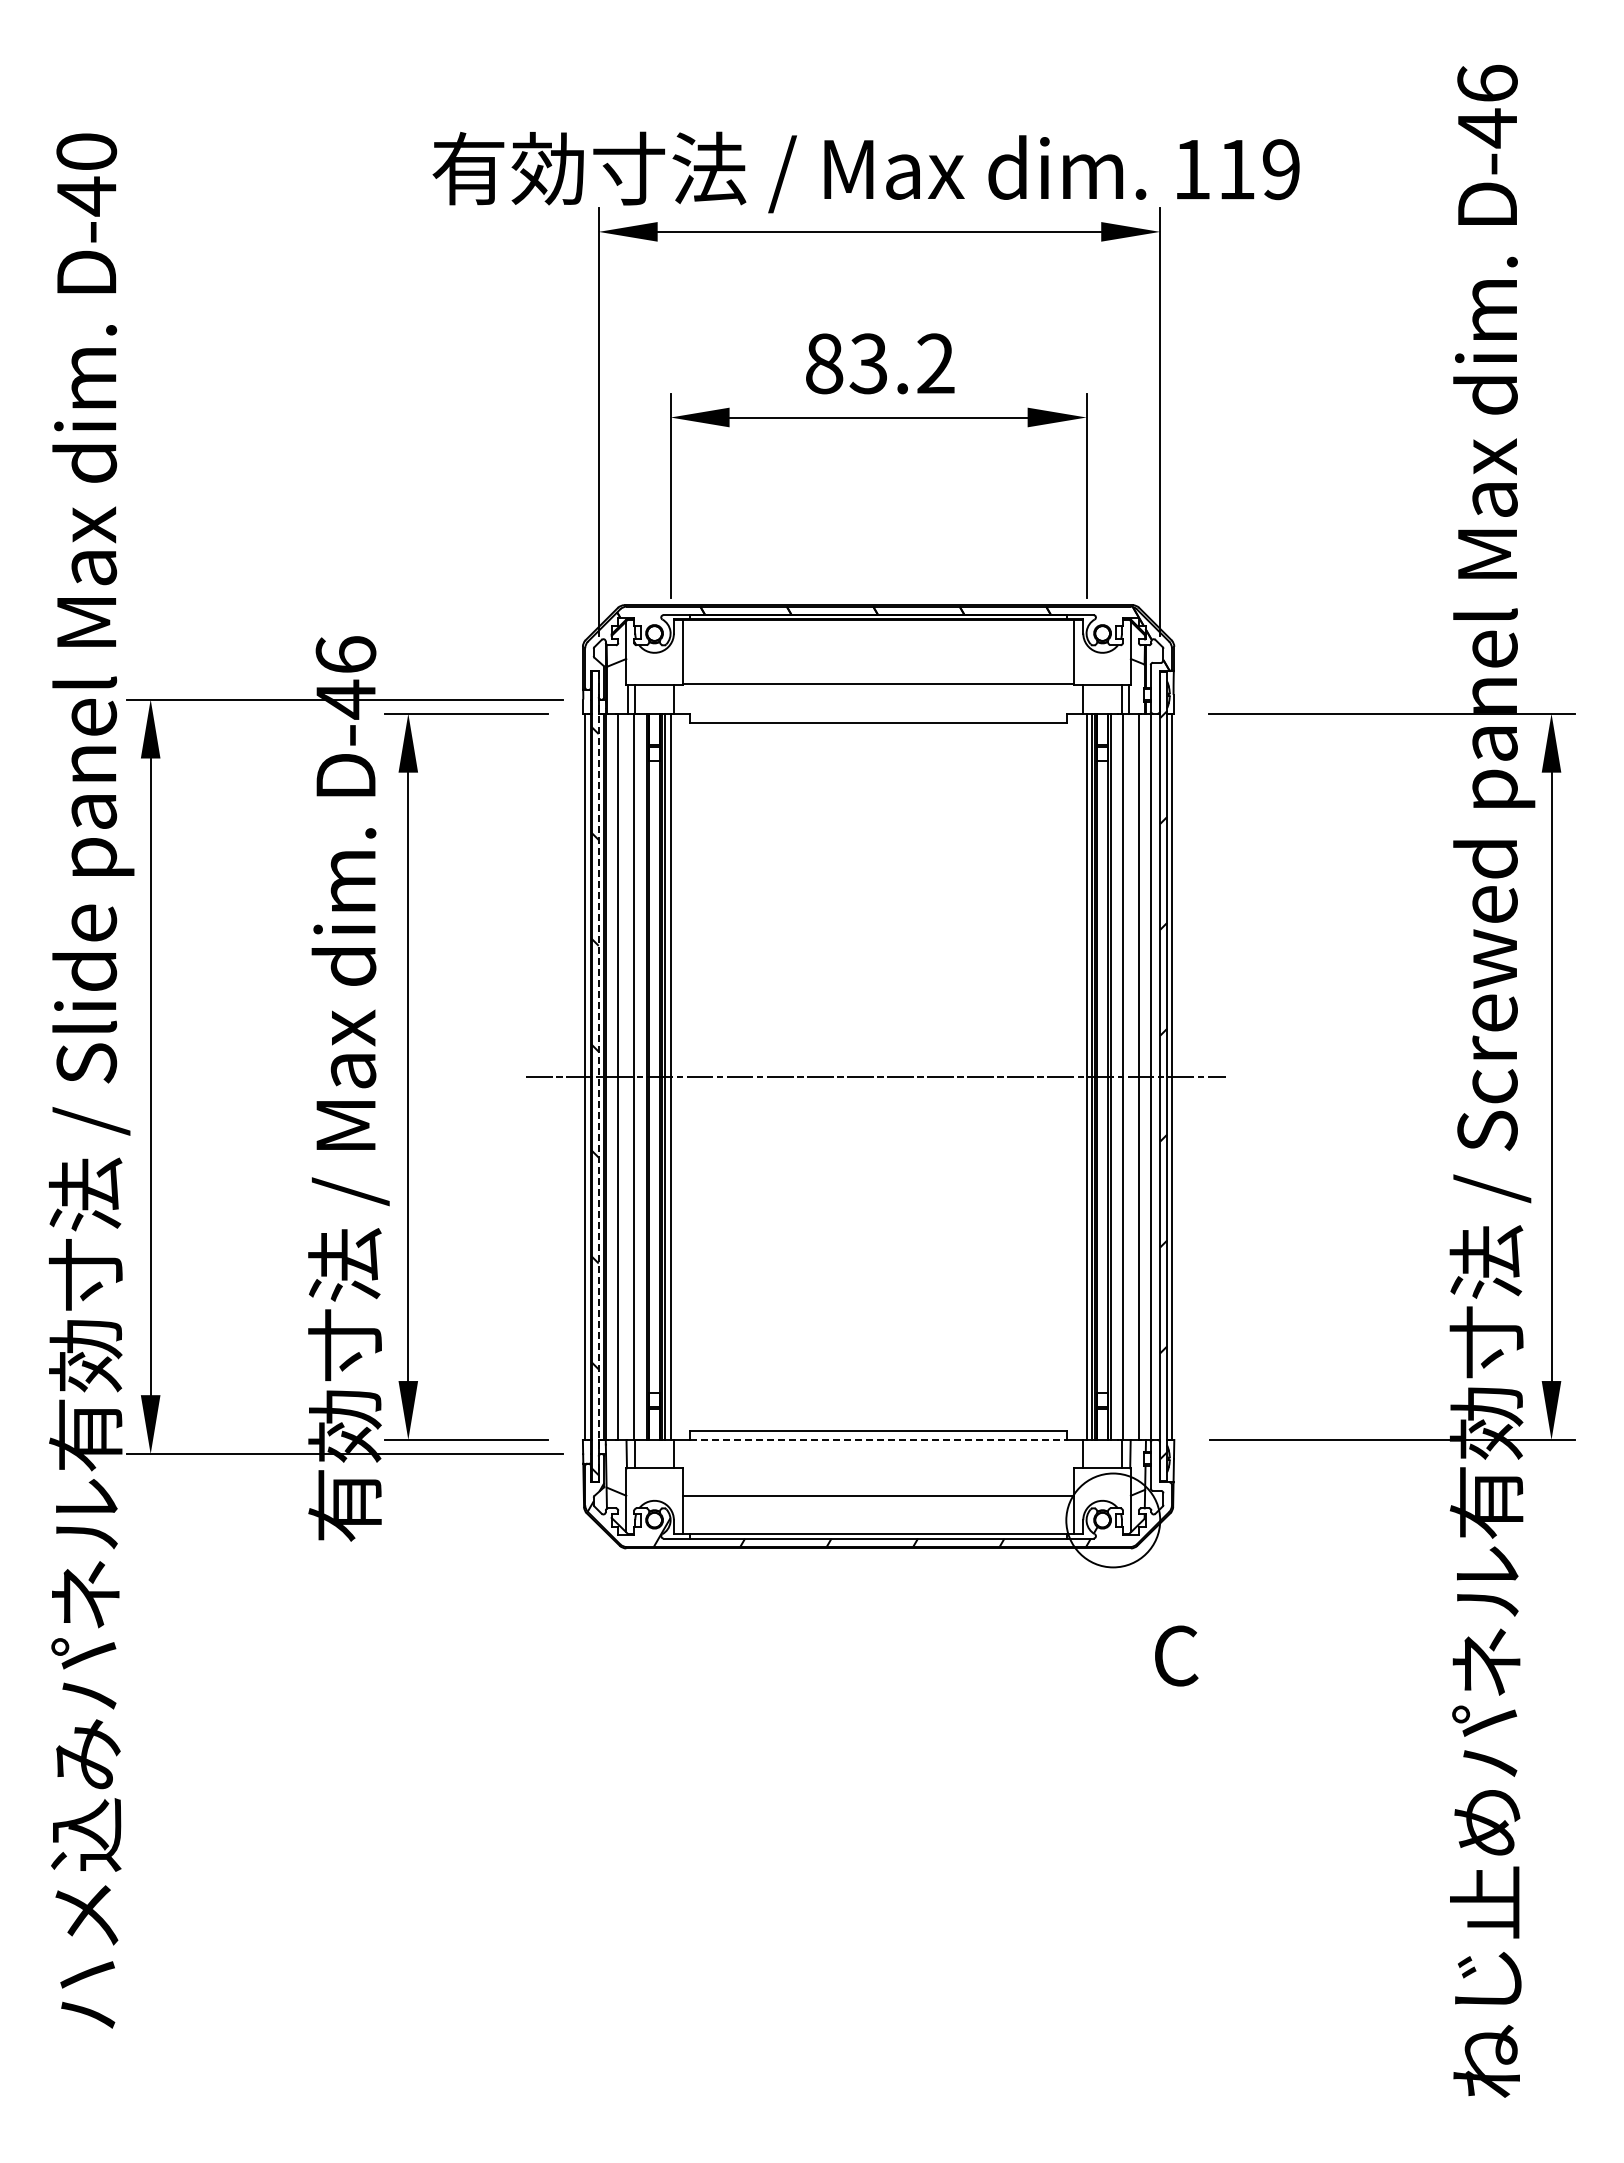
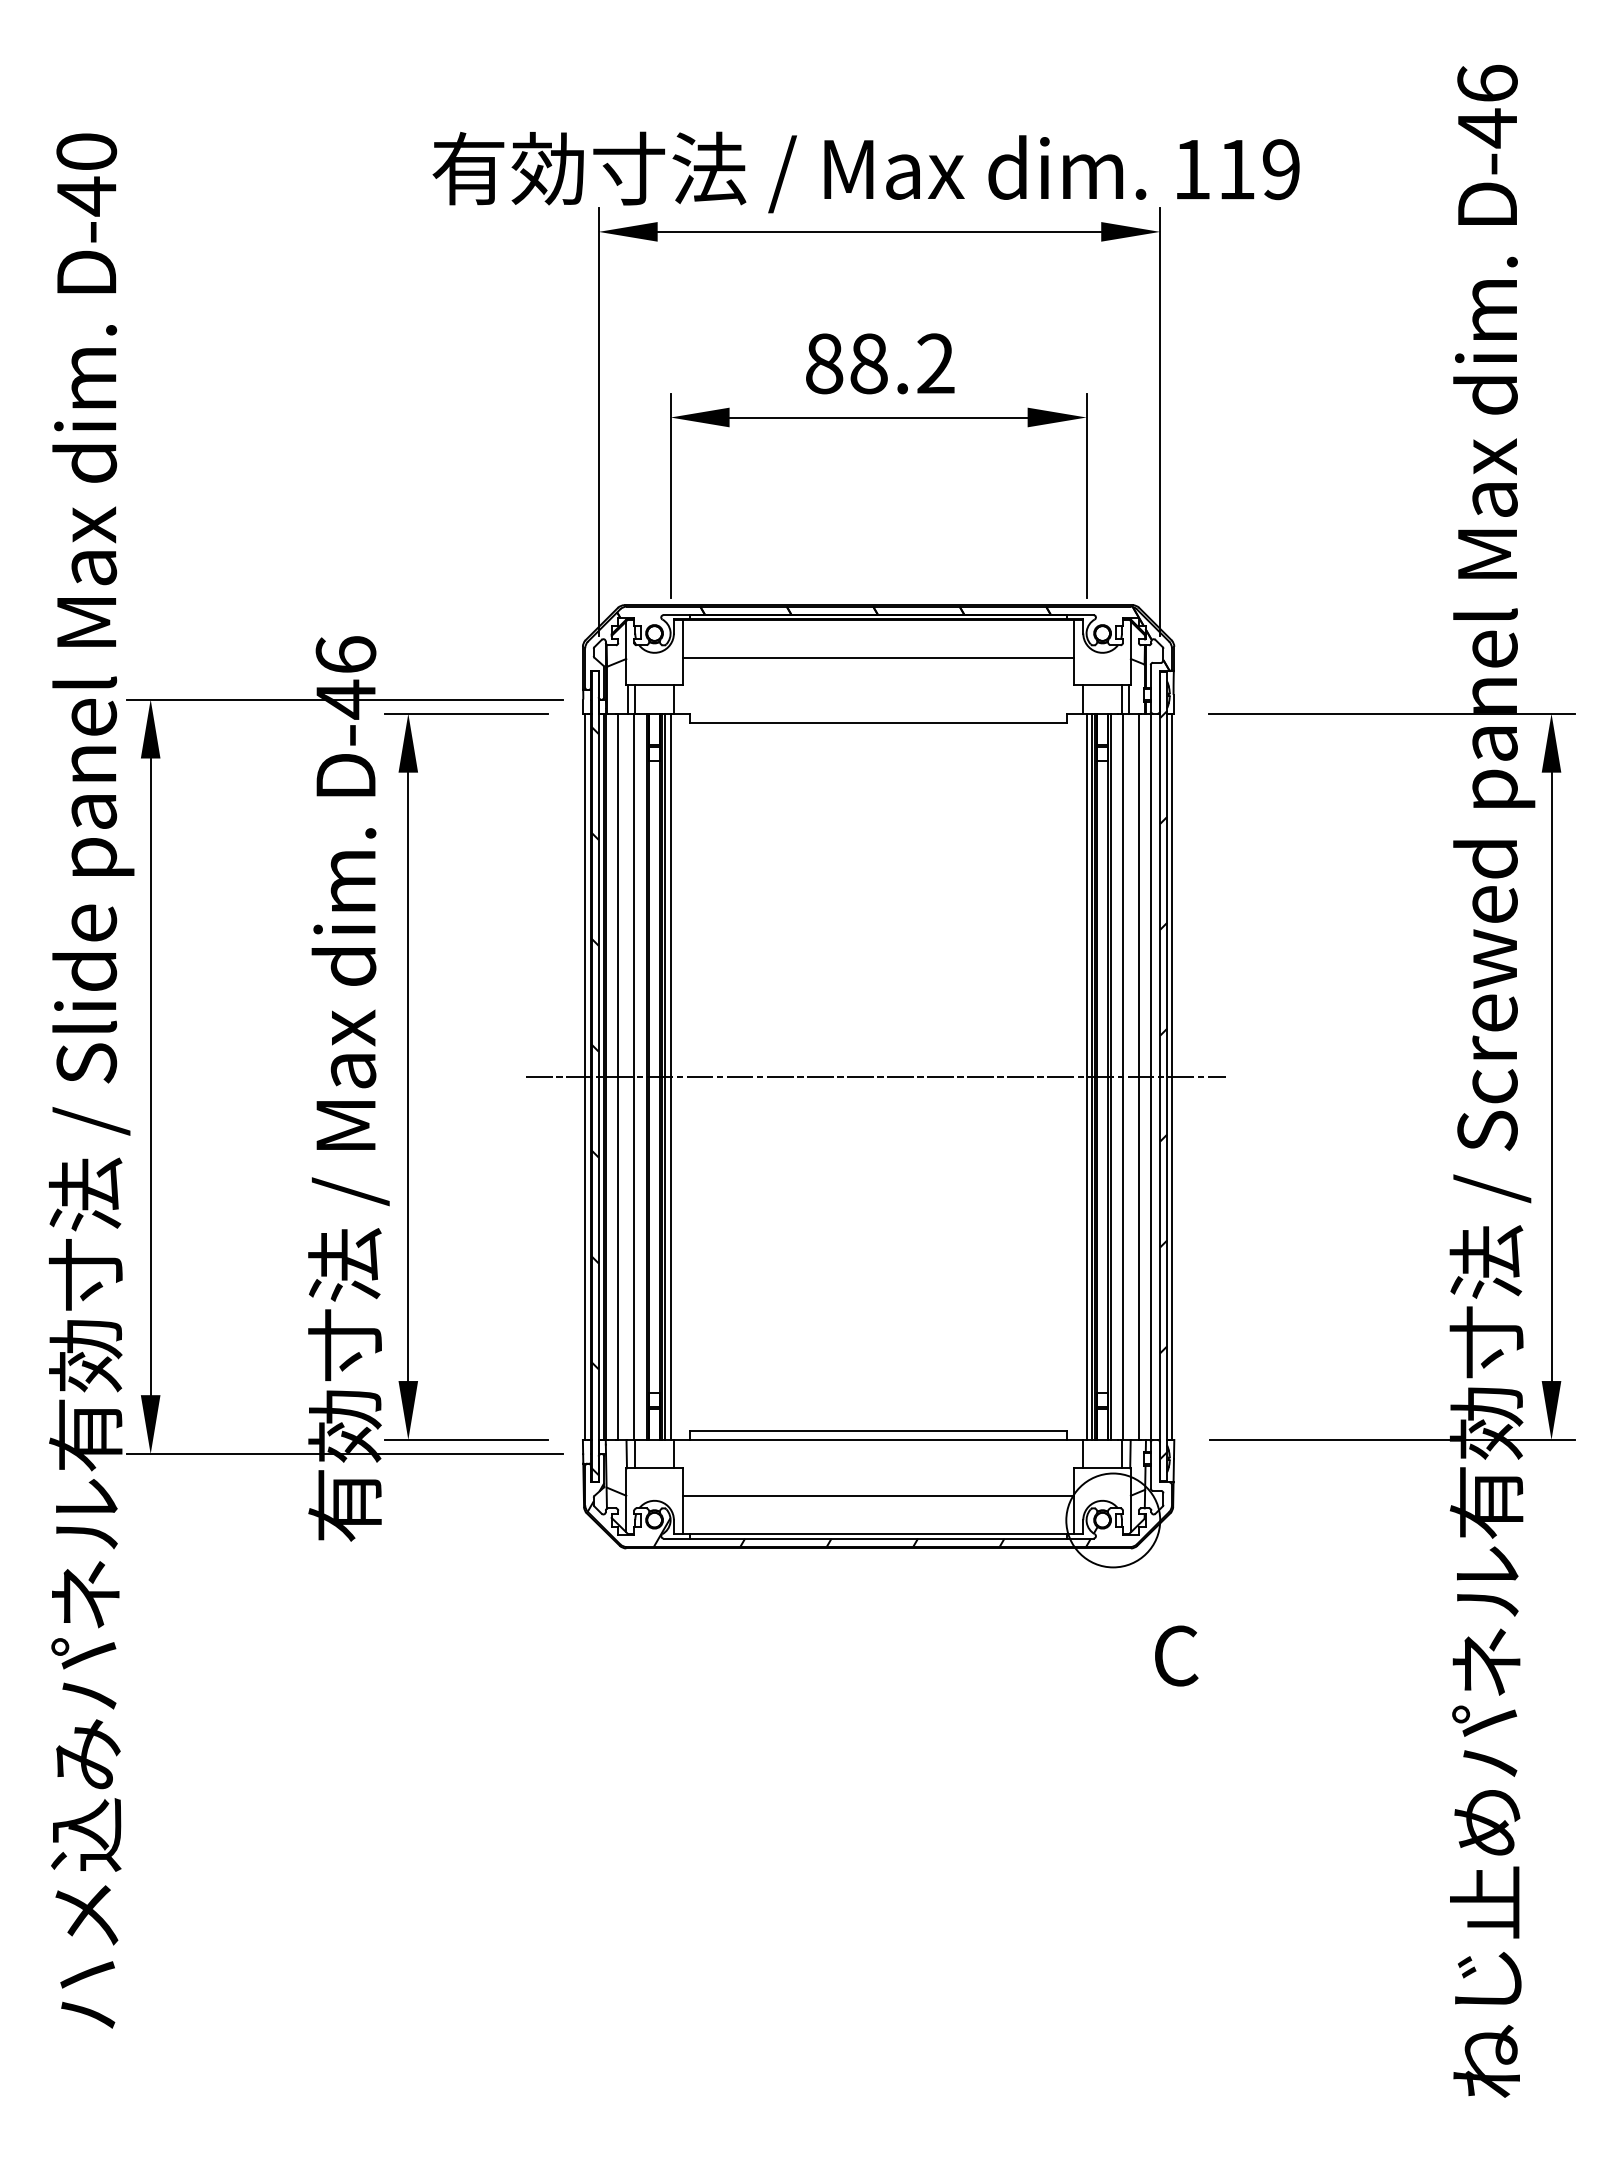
text at (868, 363): 83.2 -> 88.2
line at (878, 684) position: (878, 684) -> (878, 658)
line at (598, 1076): dashed -> solid
line at (878, 1439): dashed -> solid
